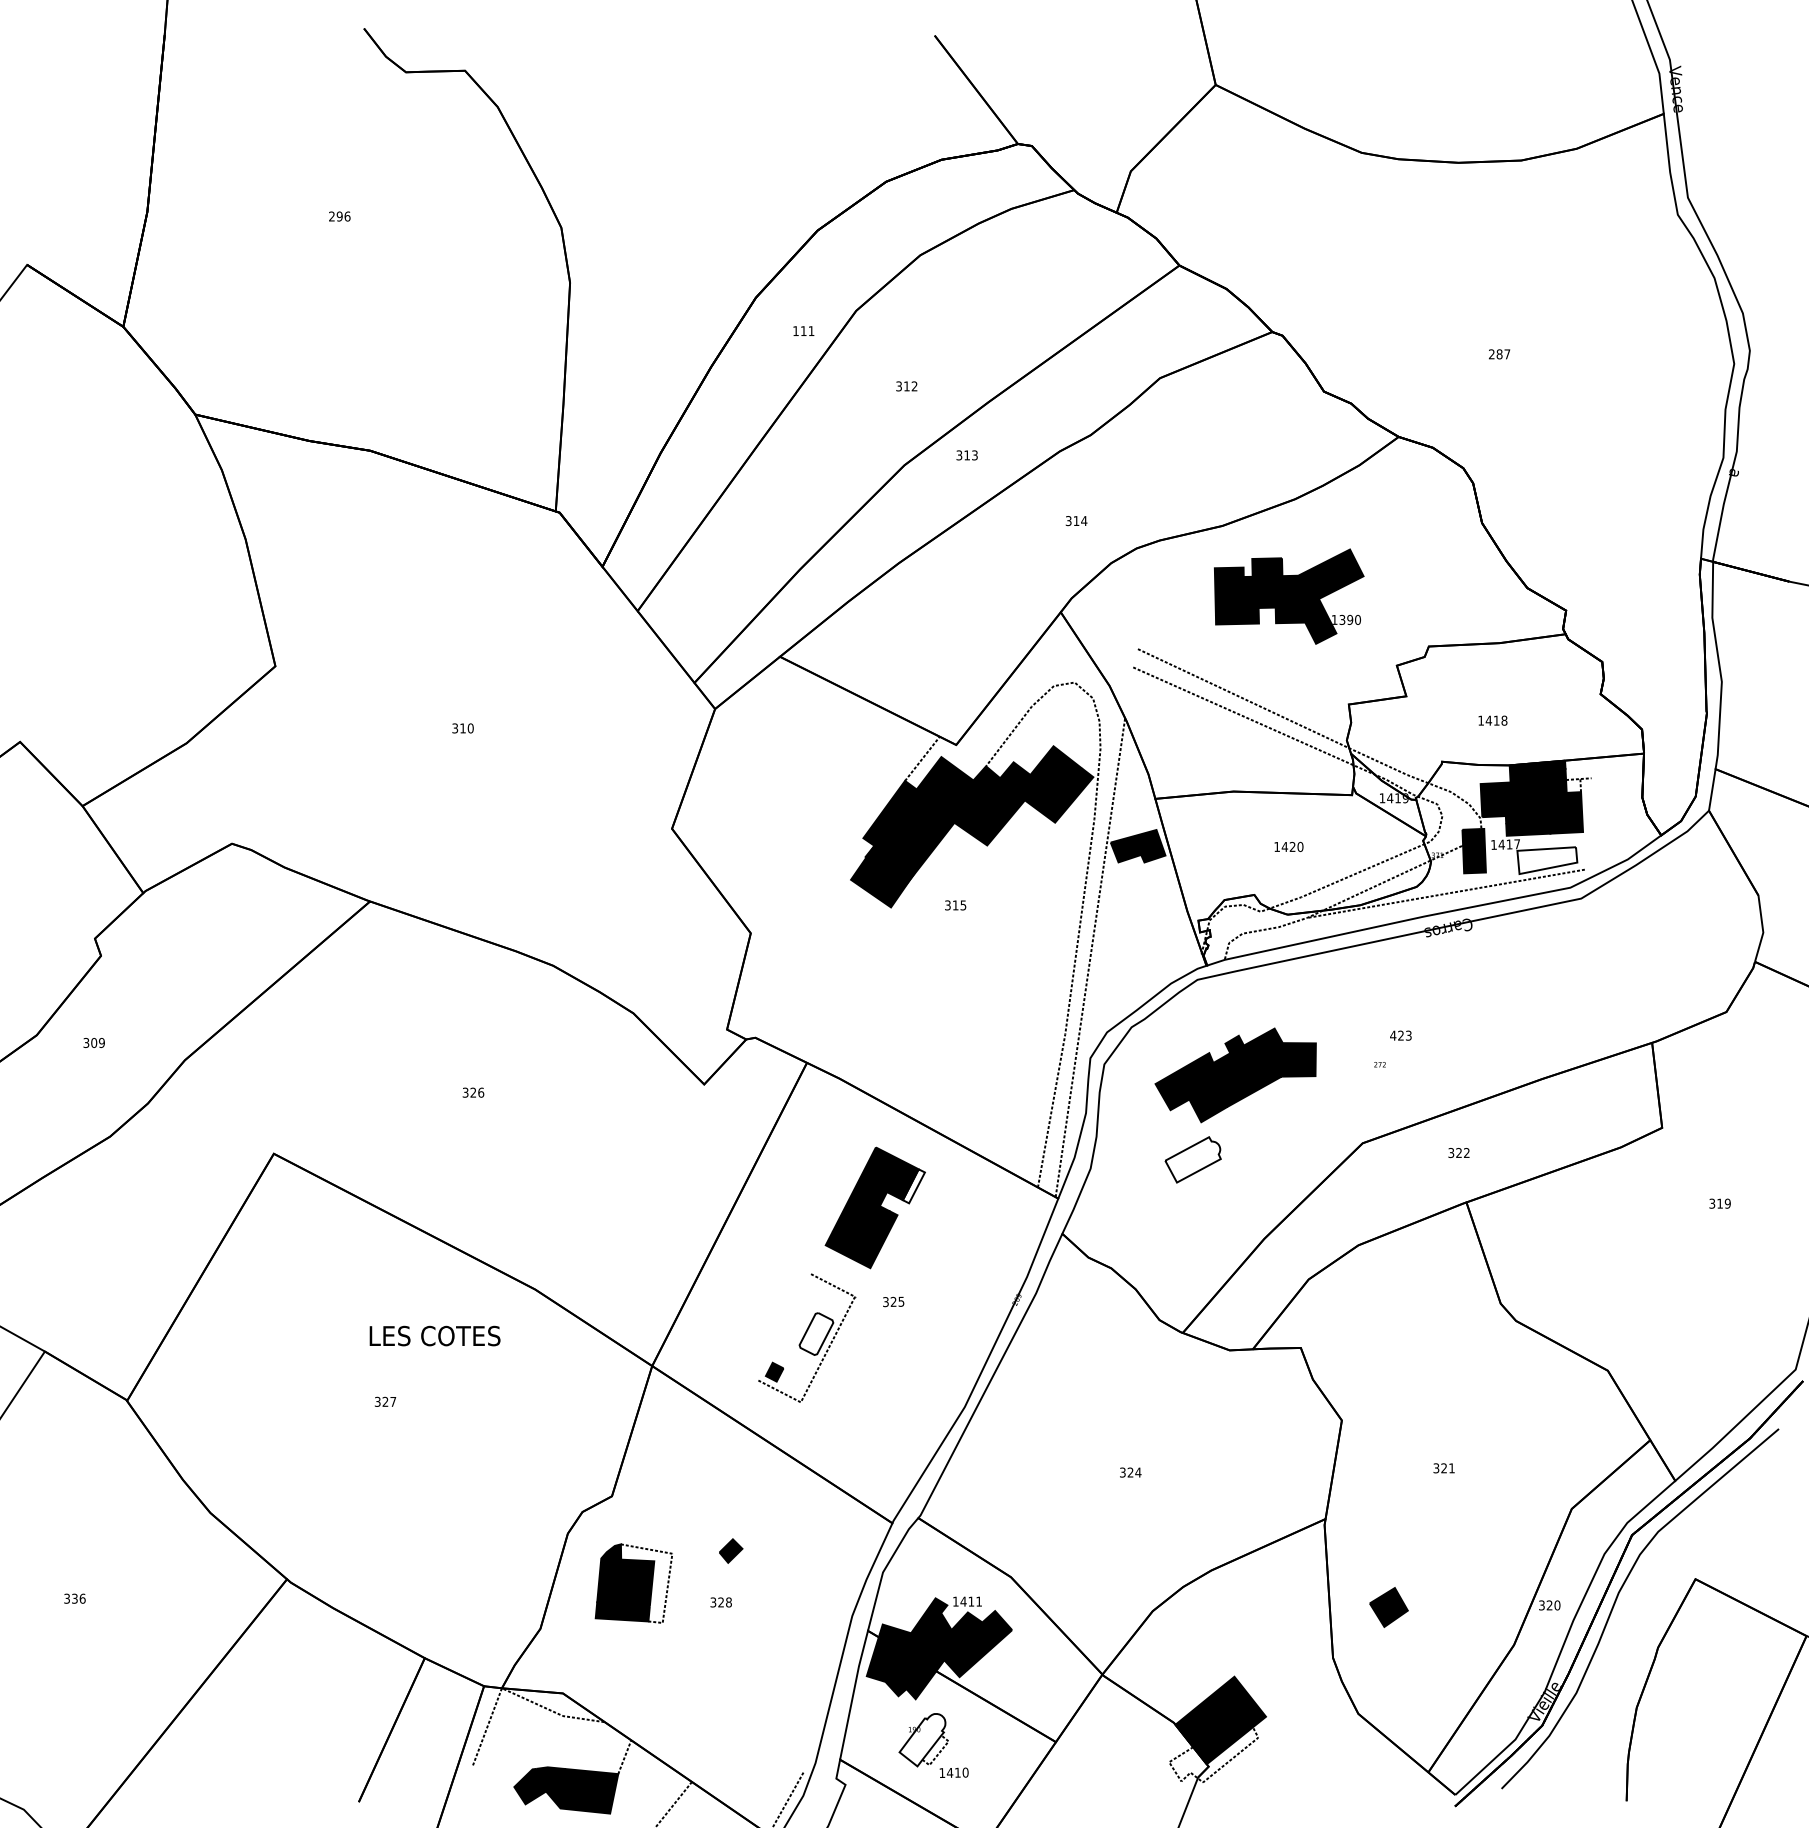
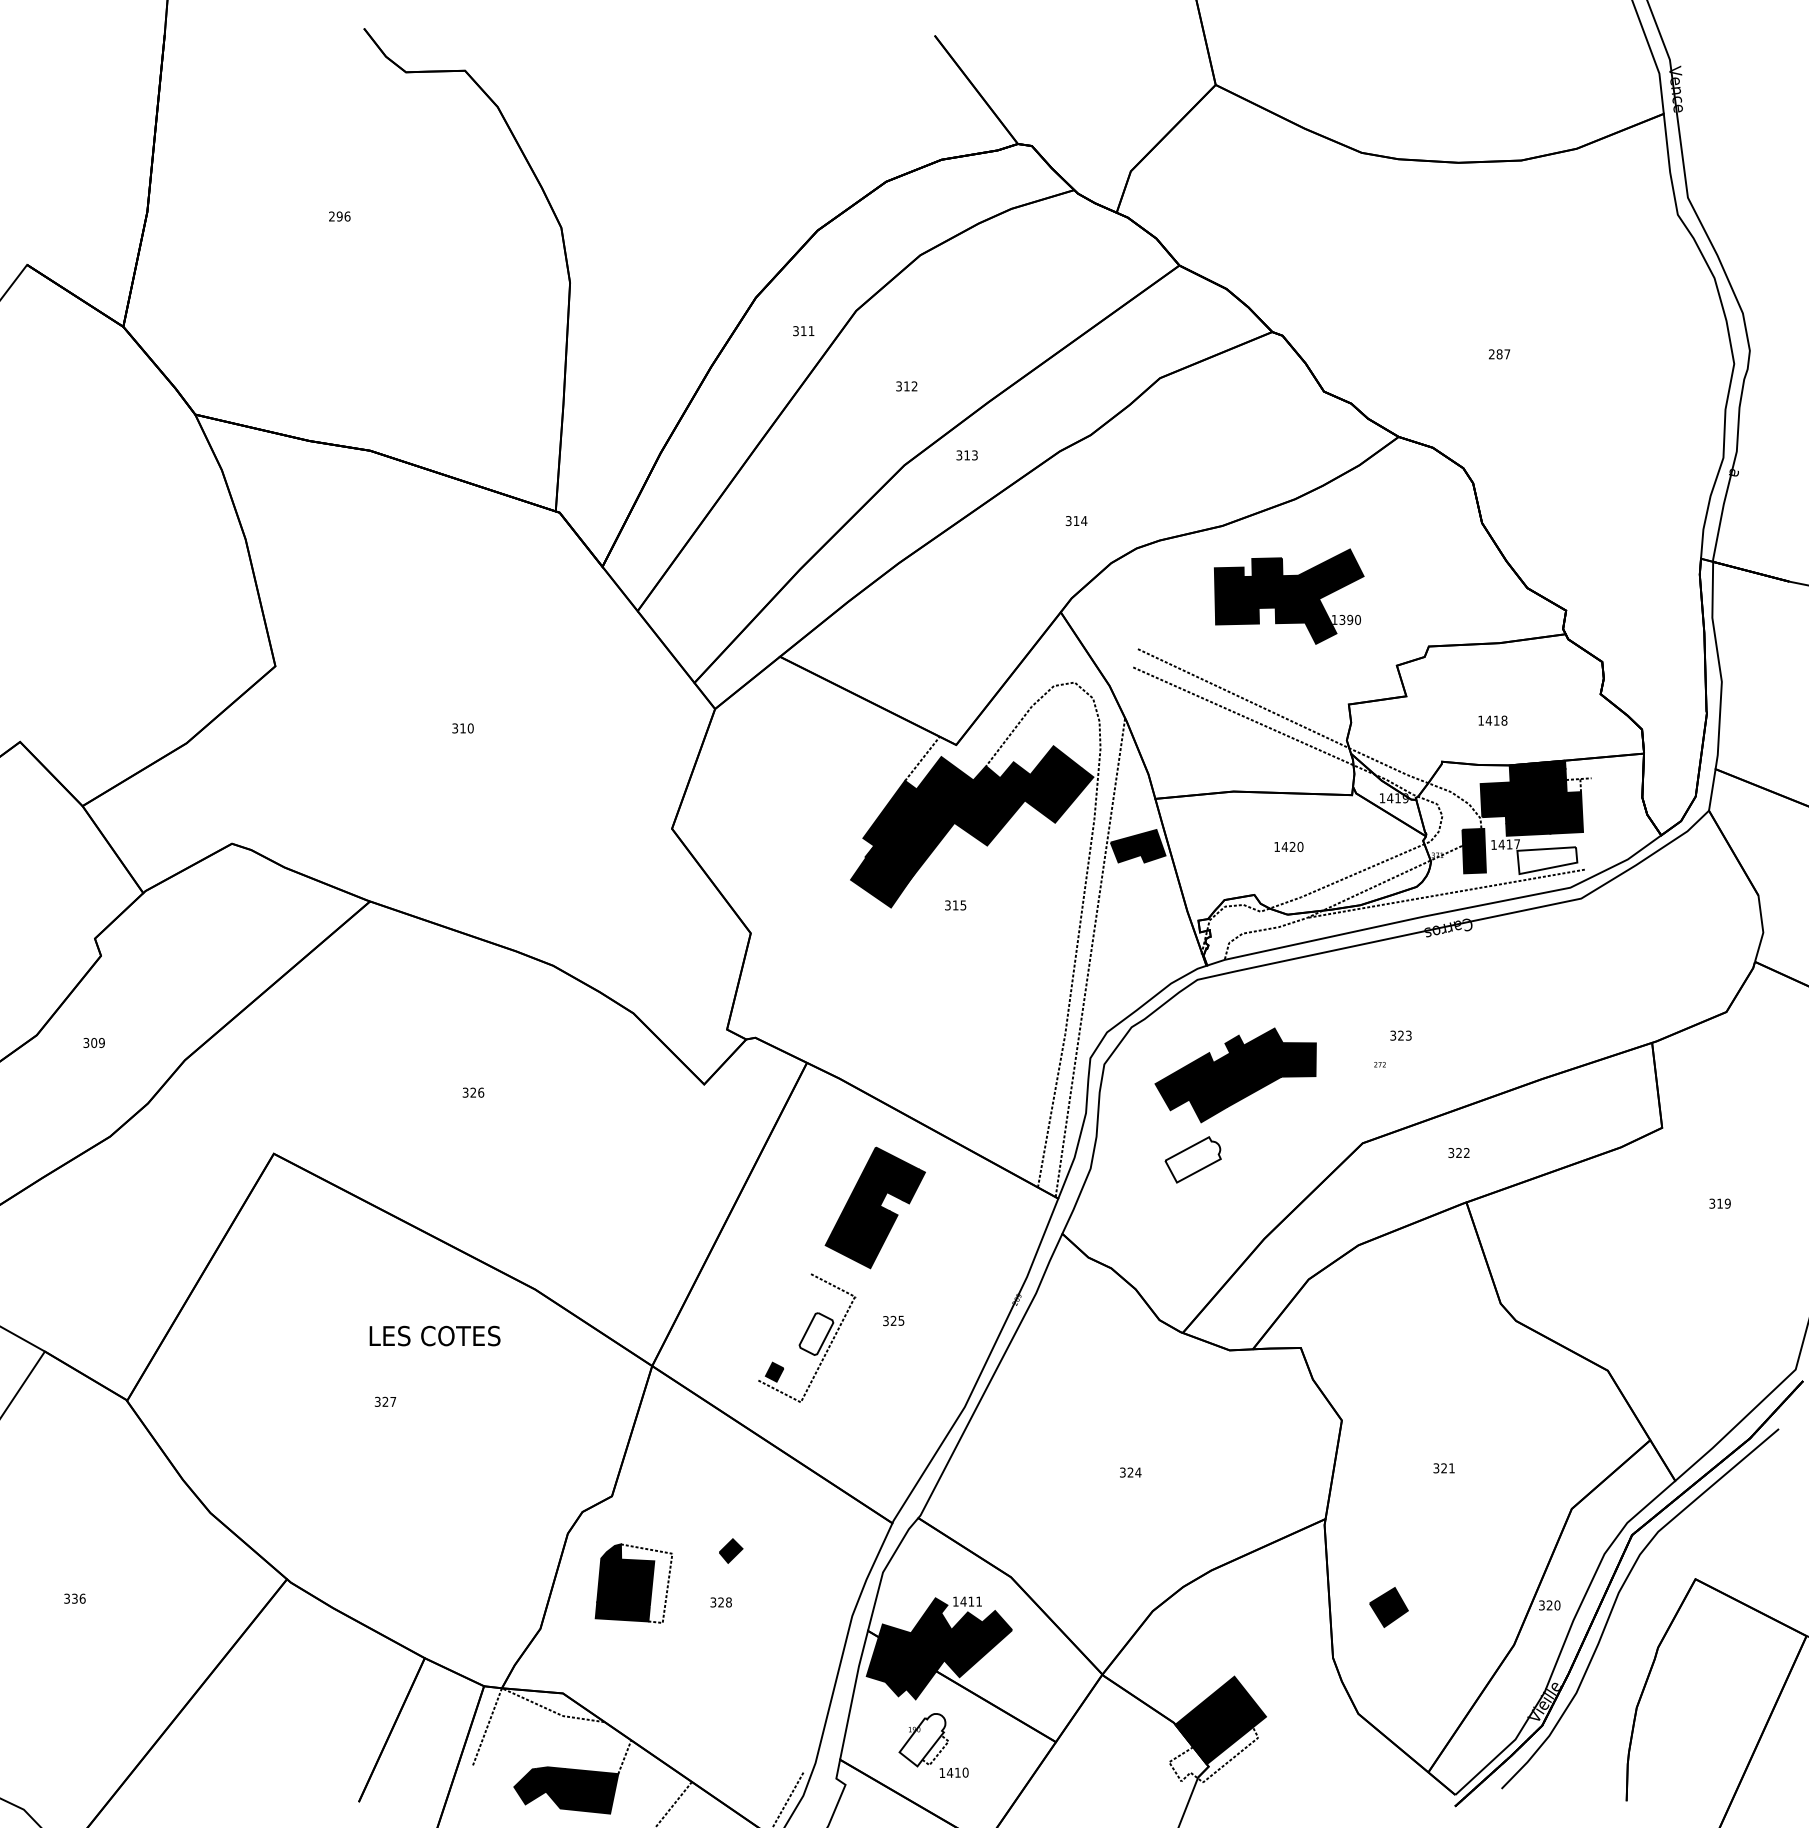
text at (795, 331): 111 -> 311
text at (1393, 1035): 423 -> 323
fill at (913, 1186): none -> present
text at (893, 1301) position: (893, 1301) -> (893, 1320)
